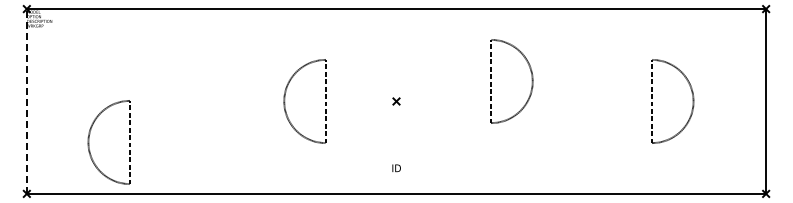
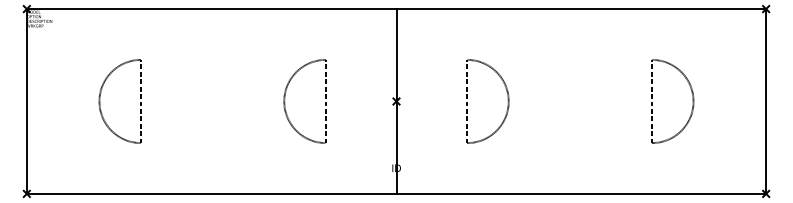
part at (531, 81) position: (531, 81) -> (507, 101)
line at (26, 101): dashed -> solid
line at (396, 101): none -> present
part at (89, 142) position: (89, 142) -> (100, 101)
